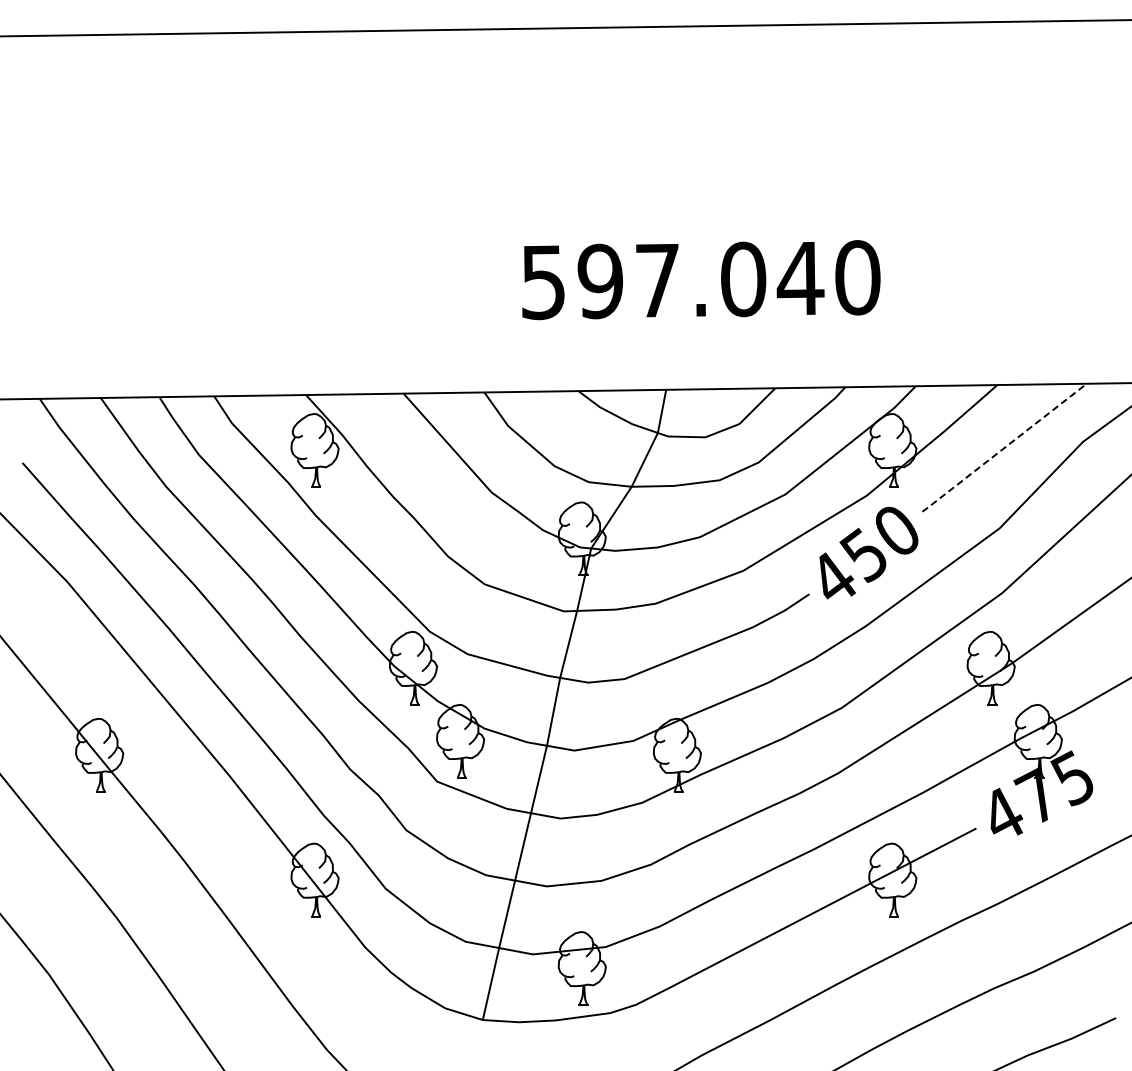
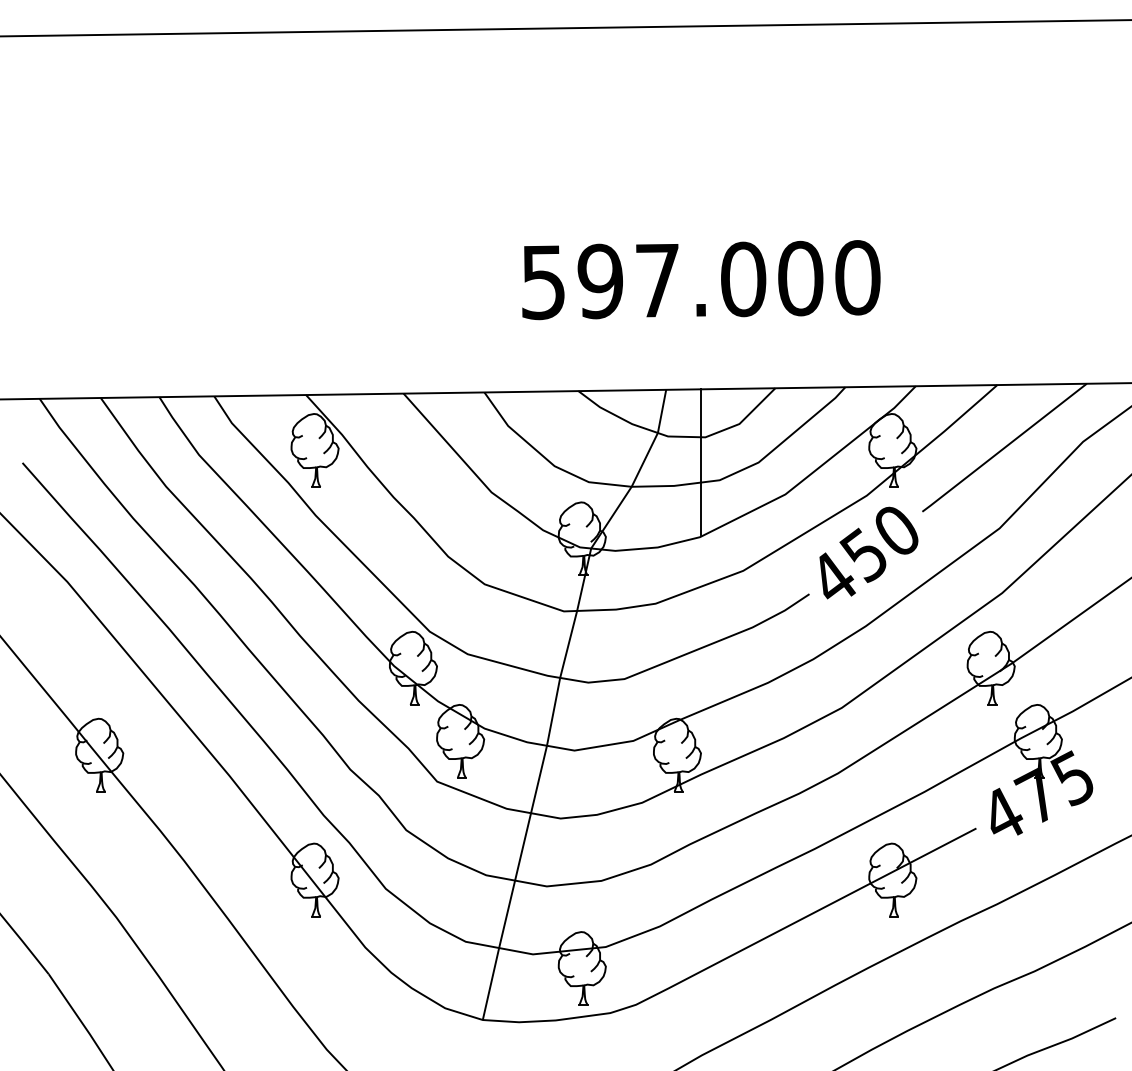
text at (800, 278): 597.040 -> 597.000
line at (1004, 448): dashed -> solid
line at (701, 461): none -> present
